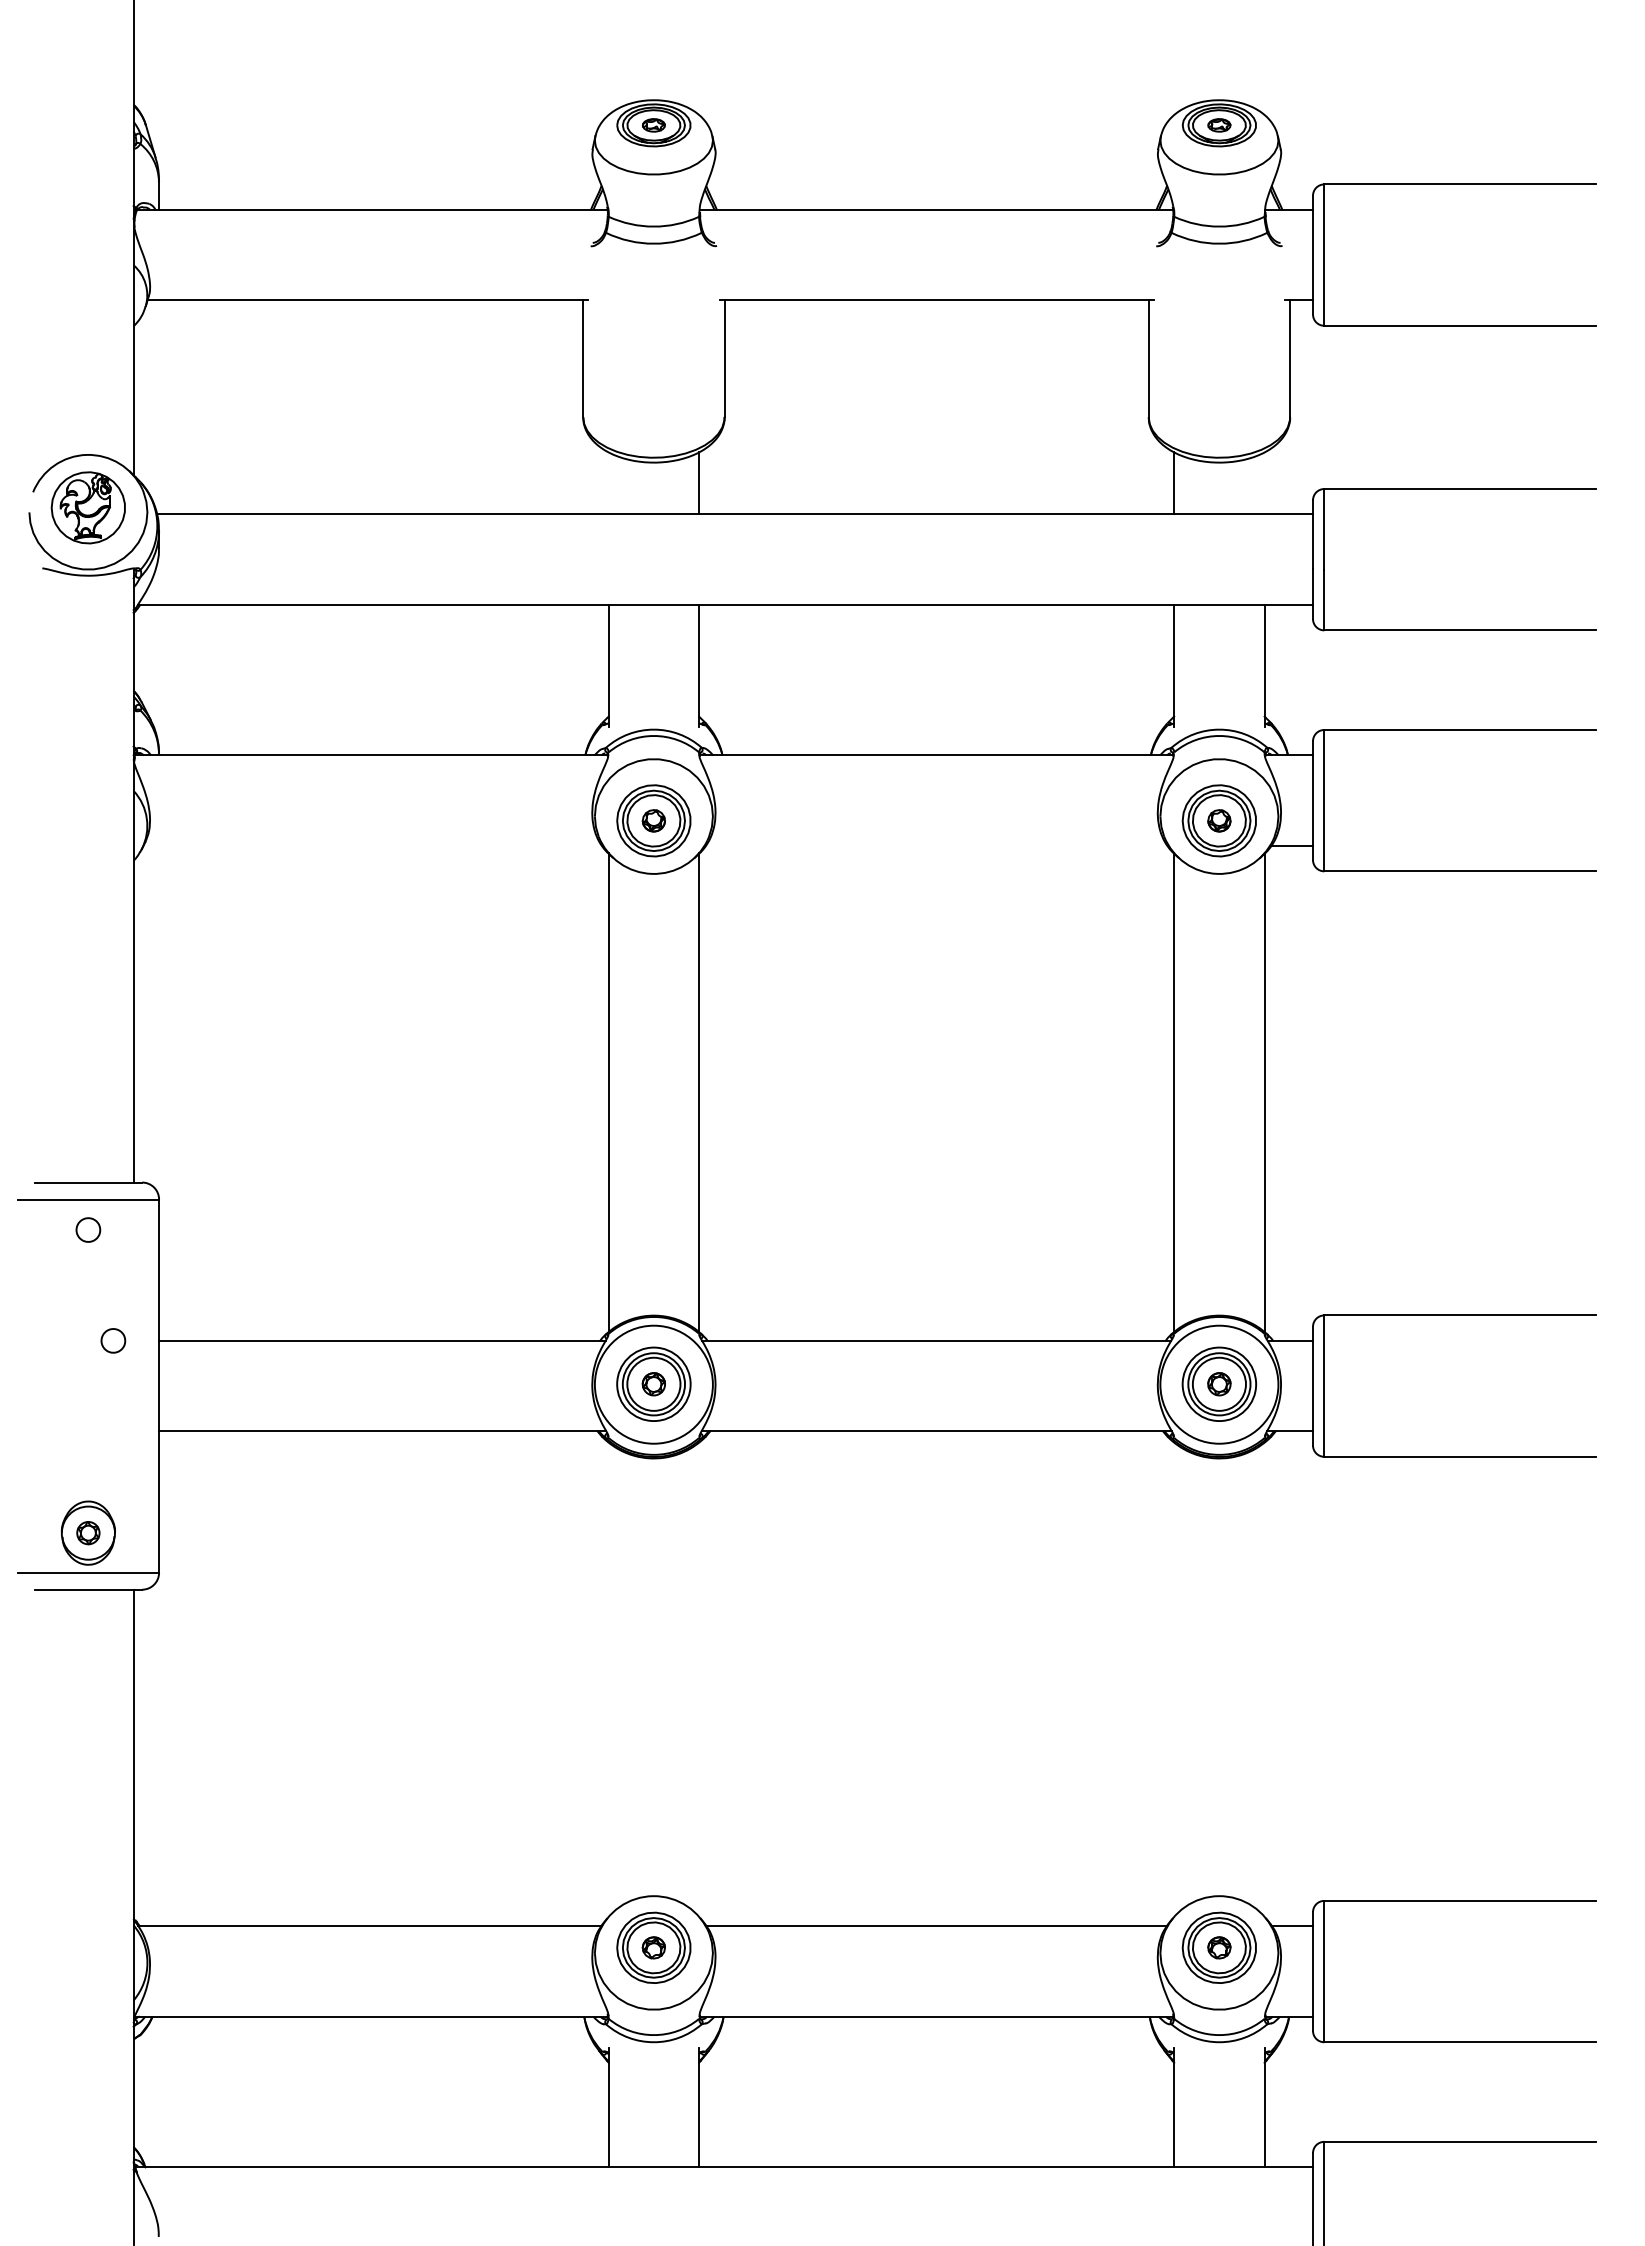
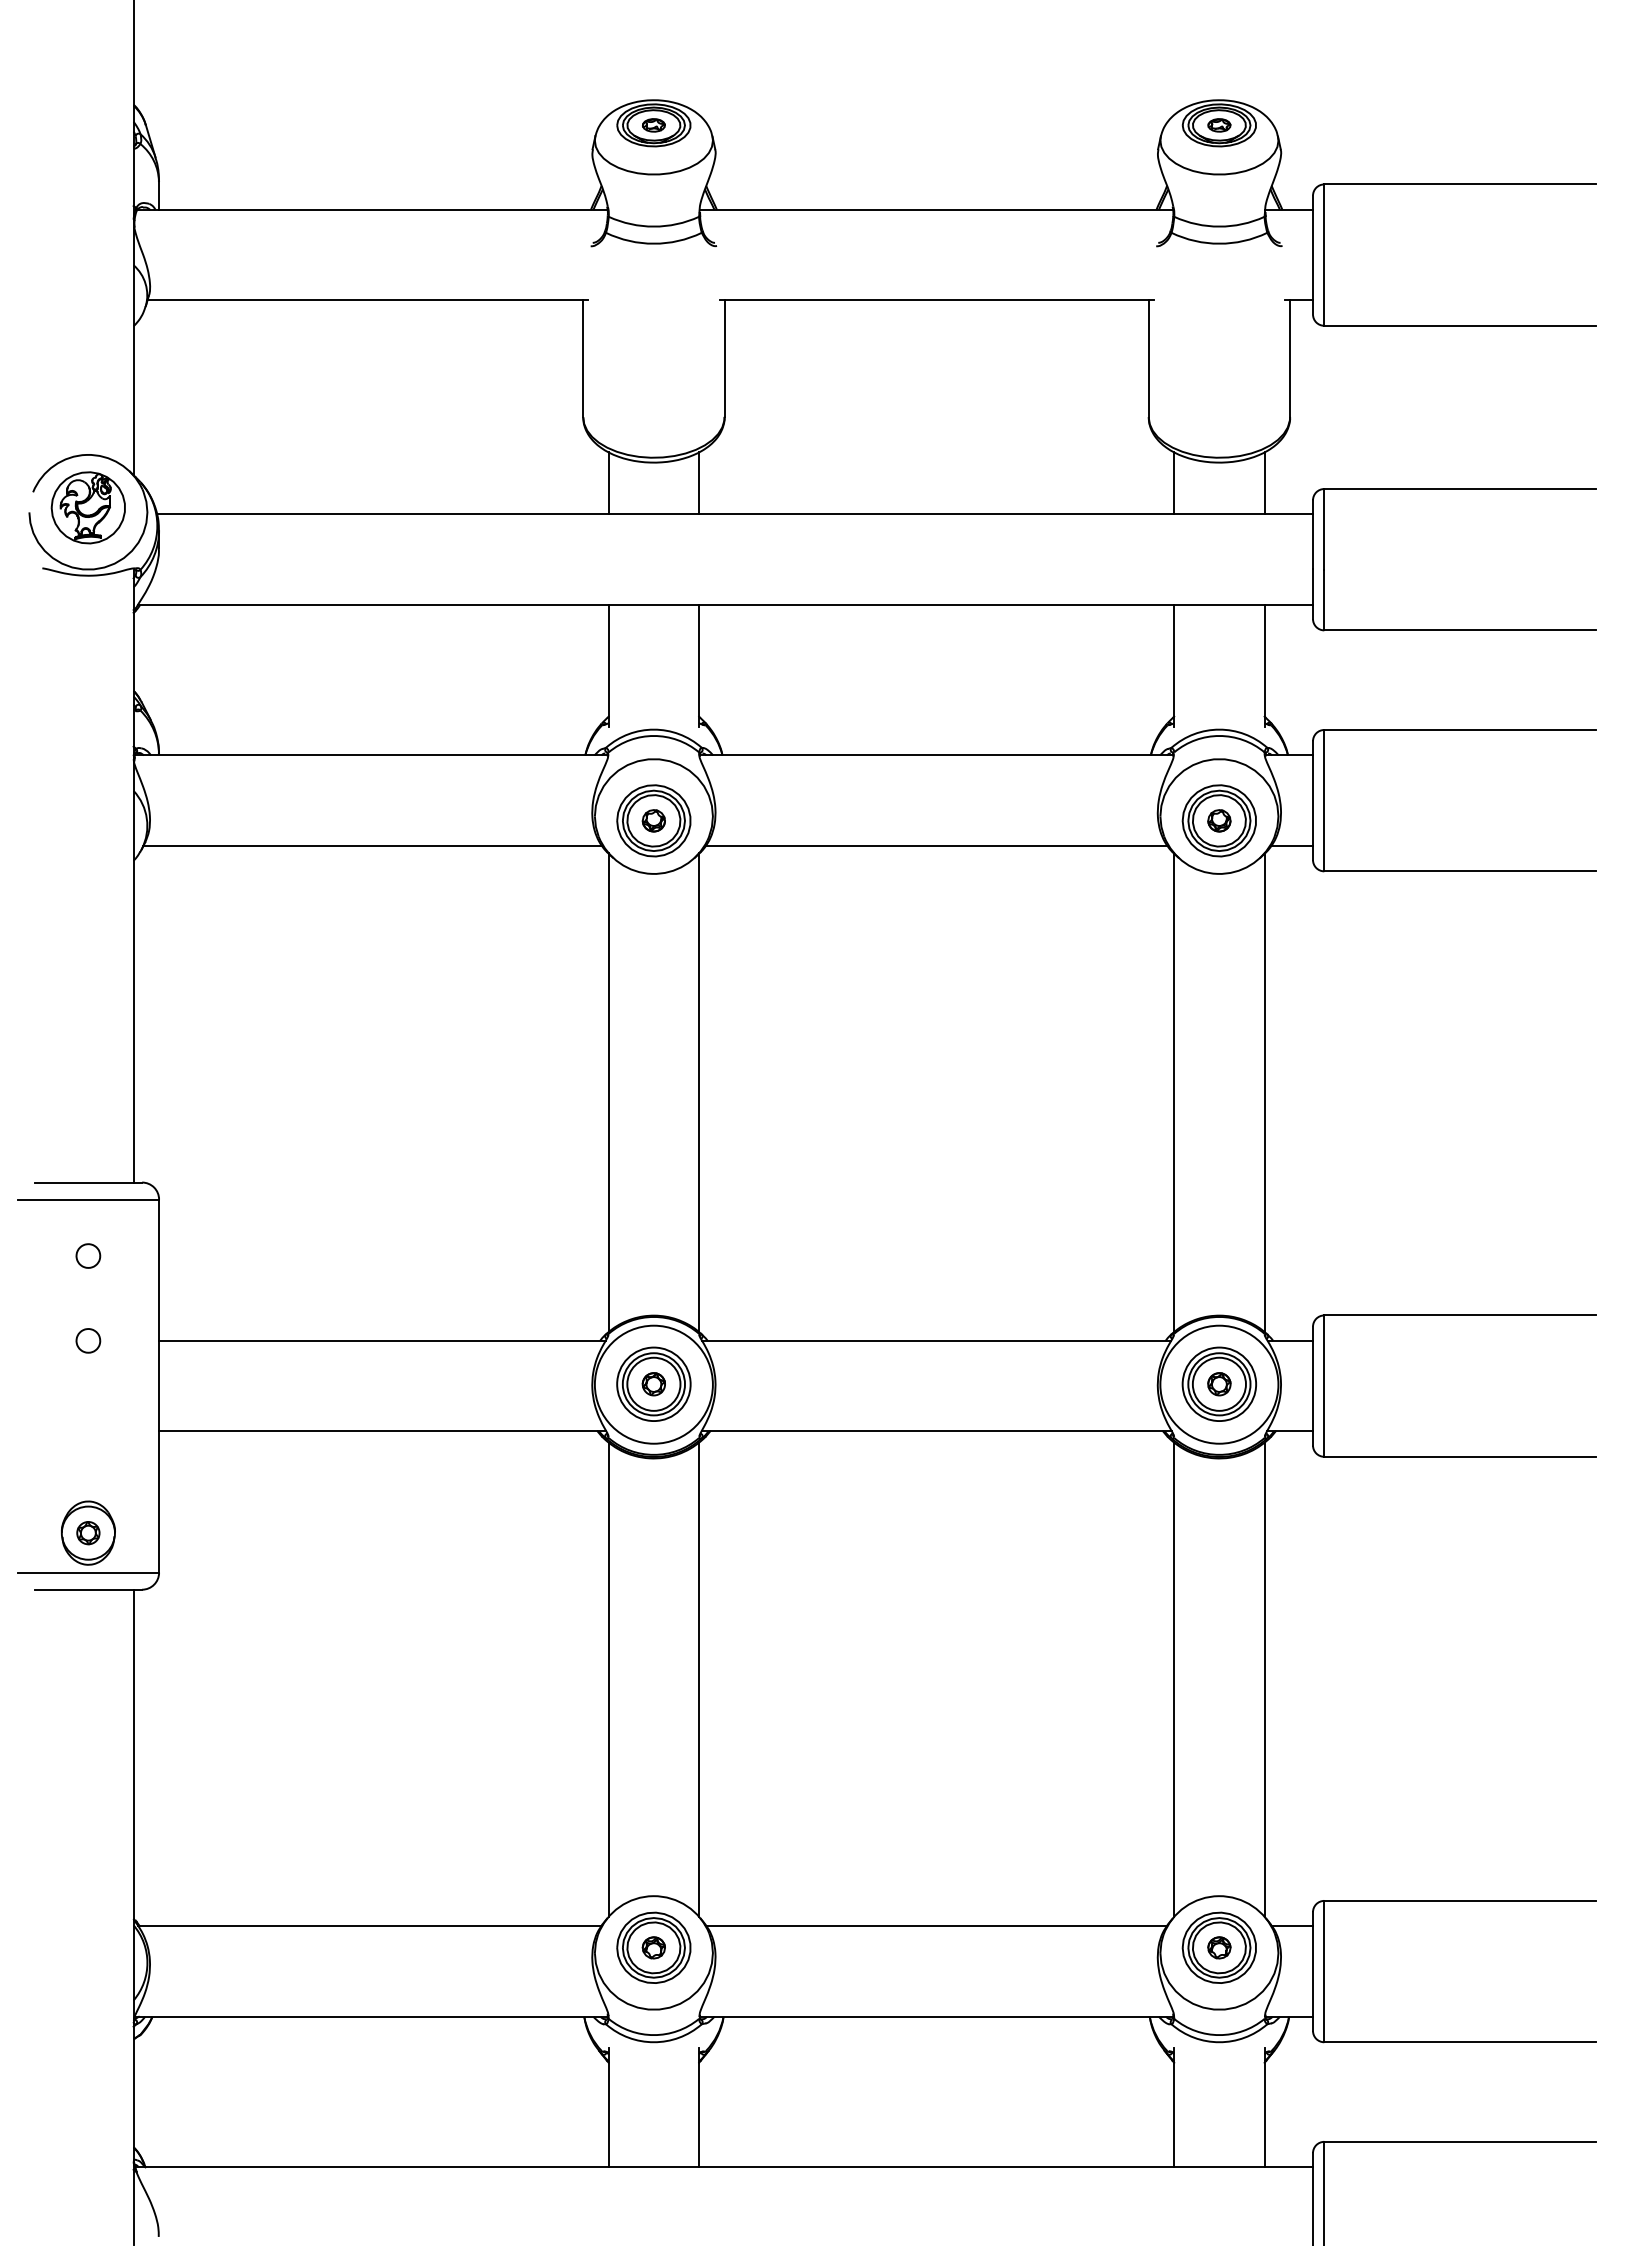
line at (608, 482): none -> present
line at (1264, 482): none -> present
line at (372, 845): none -> present
line at (936, 845): none -> present
part at (88, 1229) position: (88, 1229) -> (88, 1255)
part at (113, 1340) position: (113, 1340) -> (88, 1340)
line at (608, 1679): none -> present
line at (699, 1679): none -> present
line at (1174, 1679): none -> present
line at (1264, 1679): none -> present
